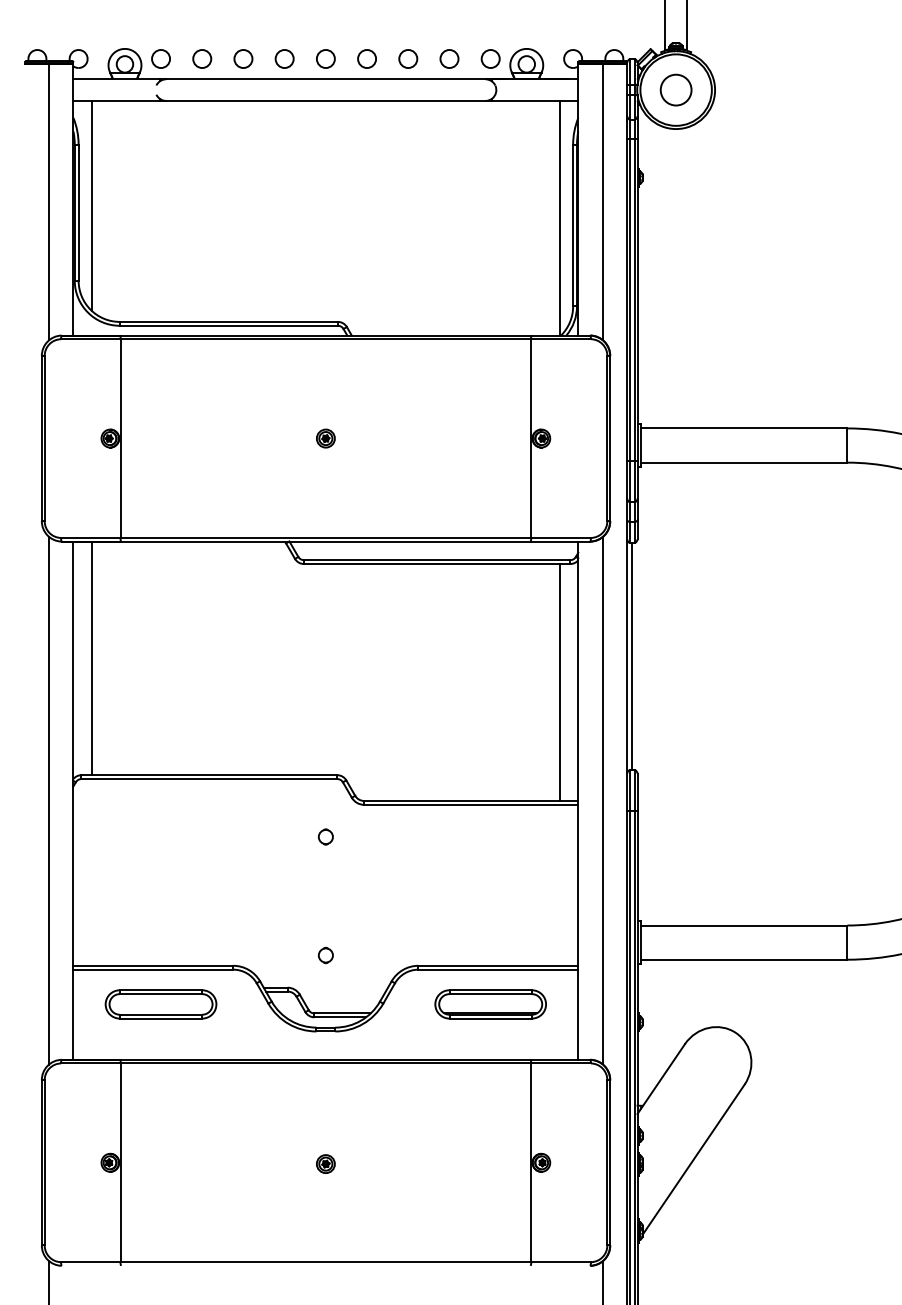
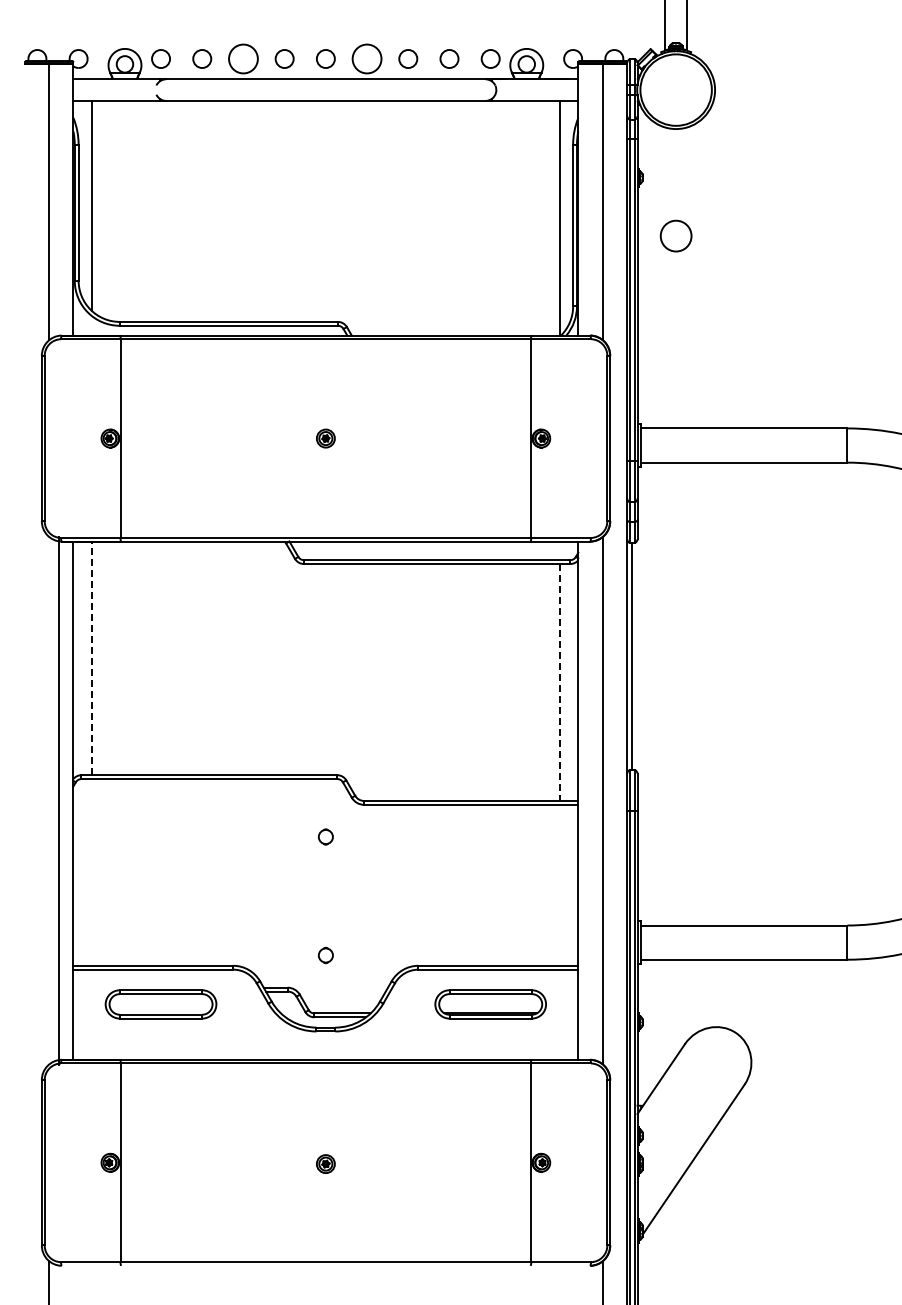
circle at (243, 58) diameter: 18 px -> 29 px
circle at (367, 58) diameter: 18 px -> 29 px
circle at (675, 89) position: (675, 89) -> (675, 235)
line at (91, 658): solid -> dashed
line at (560, 682): solid -> dashed
line at (49, 800) position: (49, 800) -> (59, 800)
